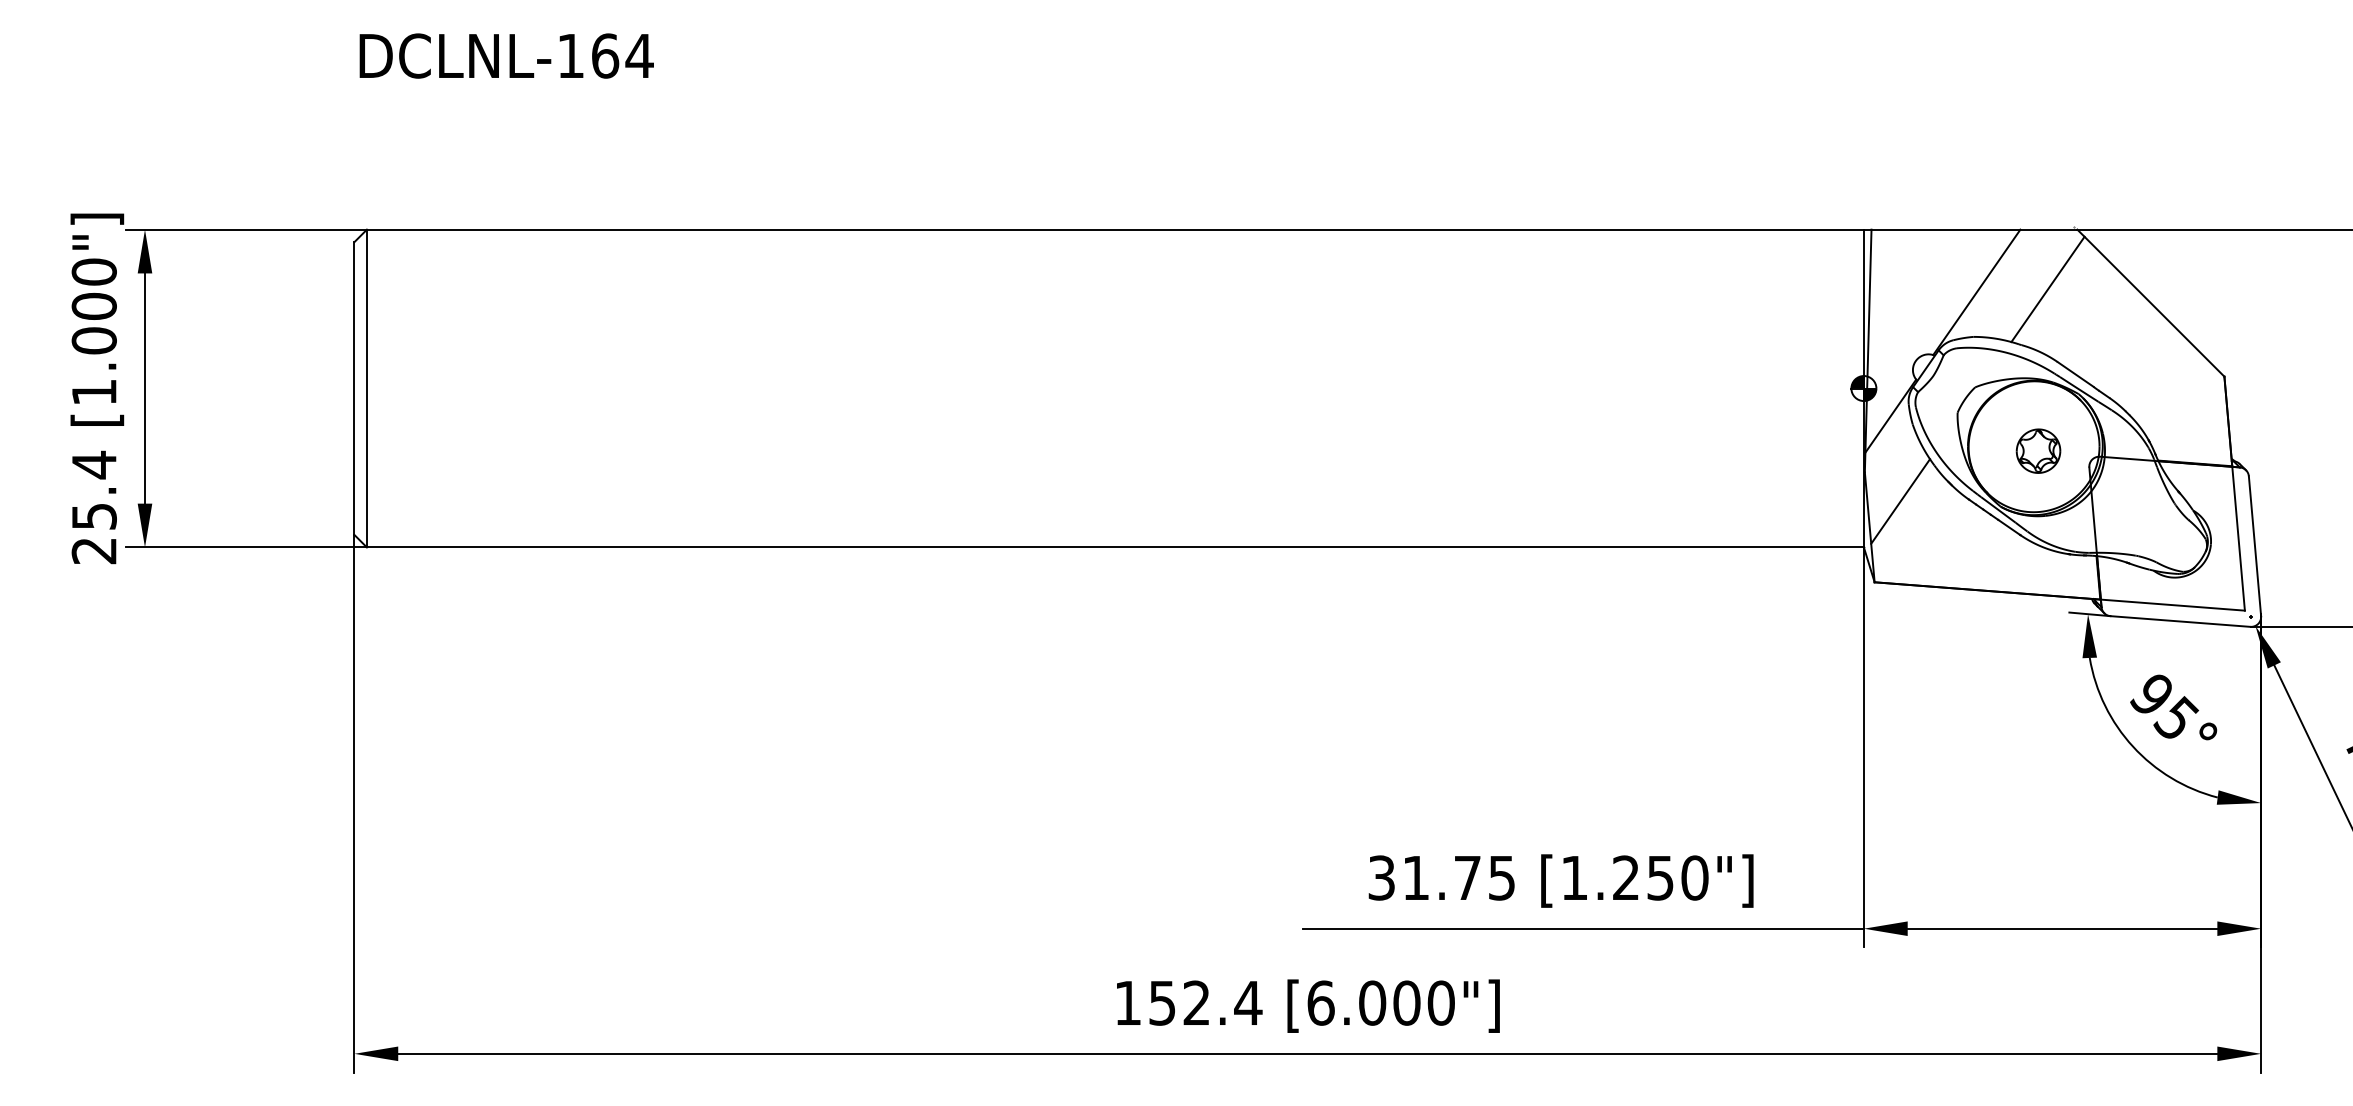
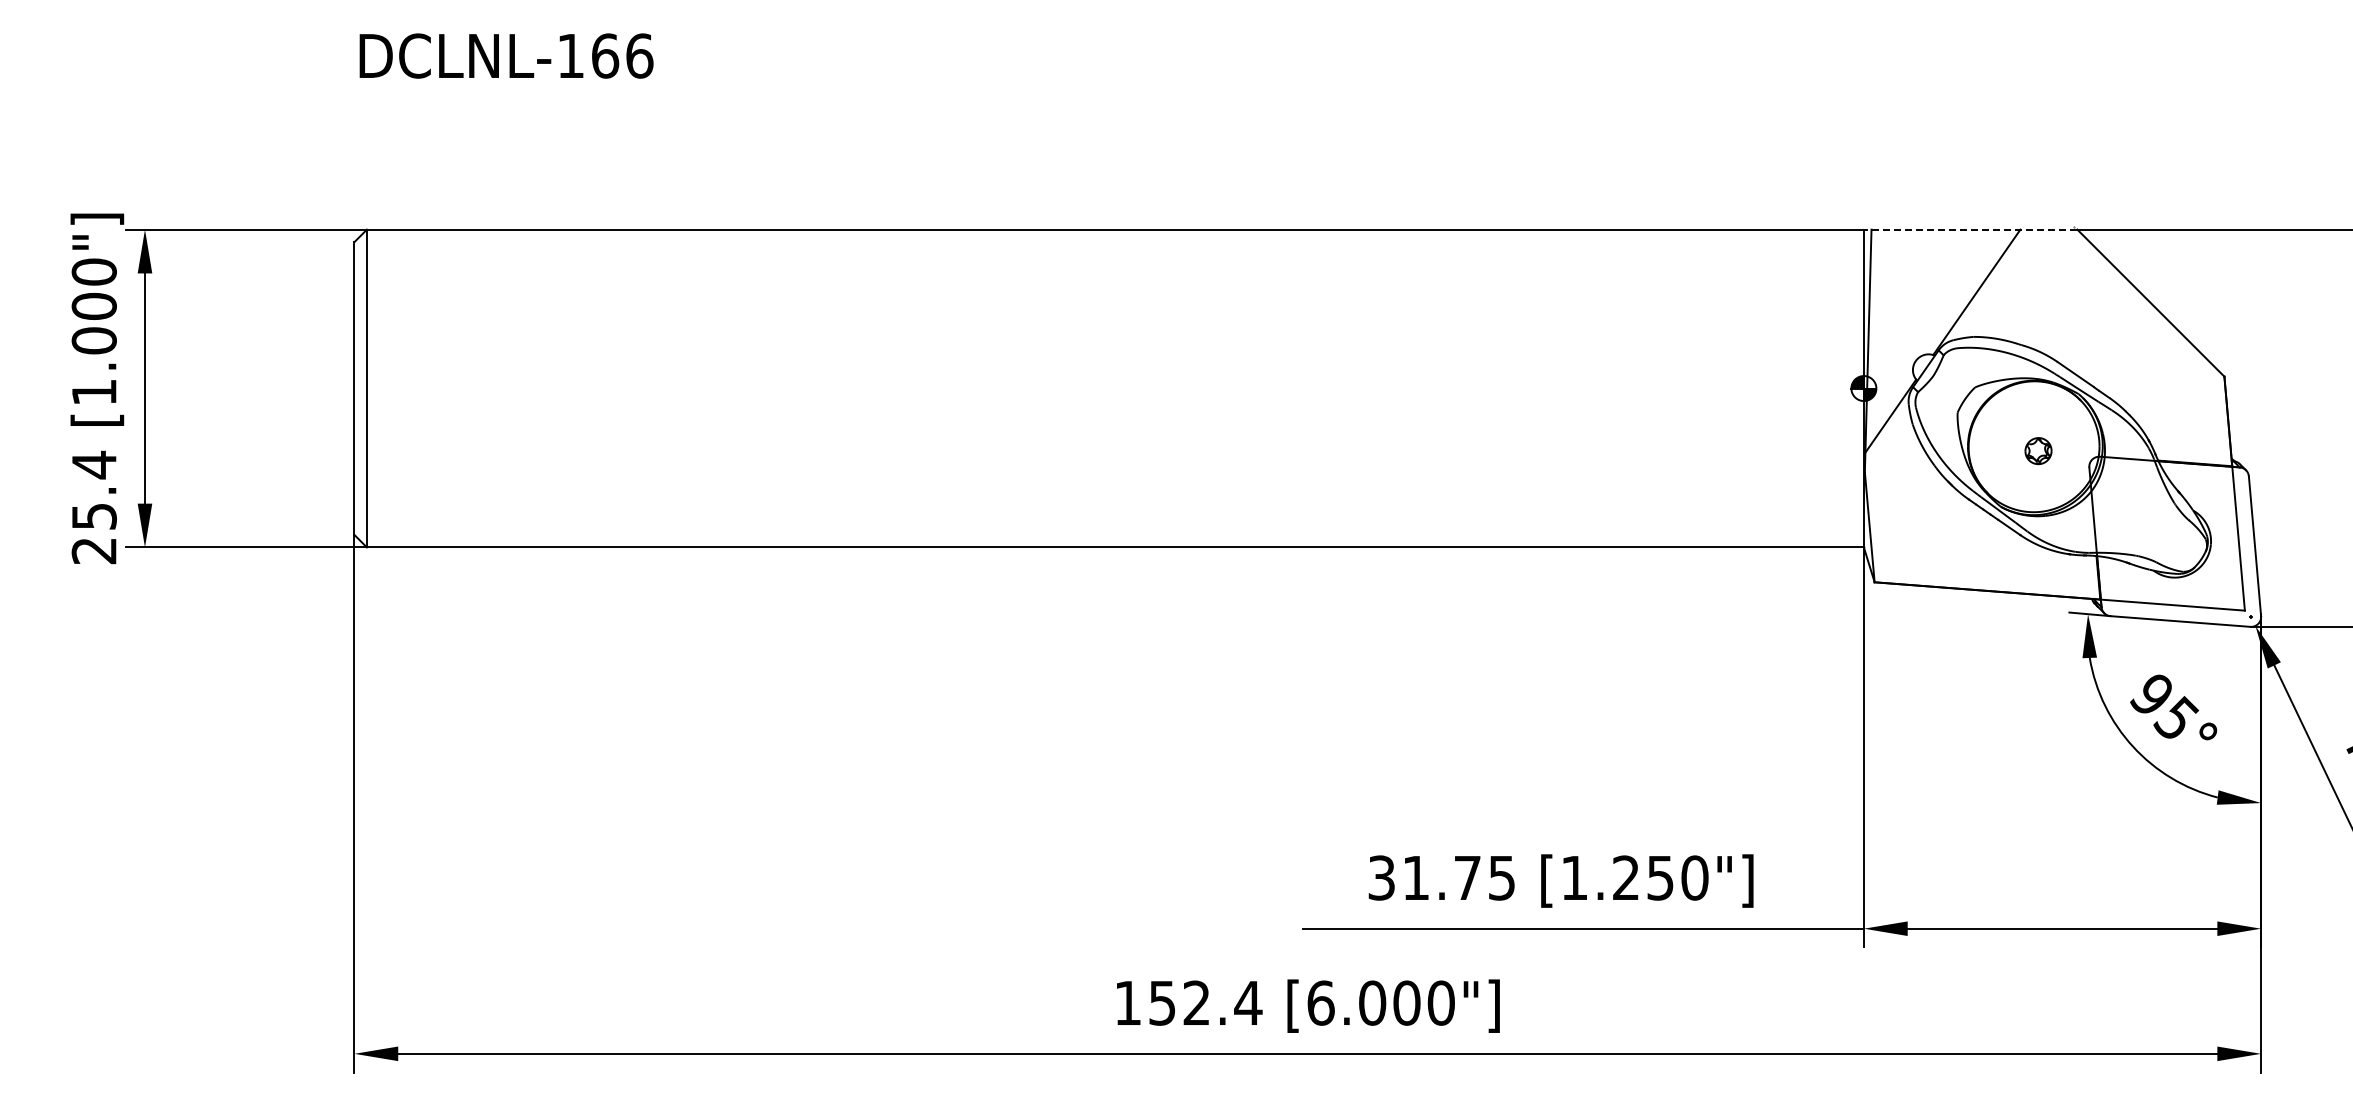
text at (639, 55): DCLNL-164 -> DCLNL-166
line at (1970, 229): solid -> dashed
line at (2047, 289): present -> none
part at (2038, 450) size: 47x46 px -> 29x29 px
line at (1900, 501): present -> none
